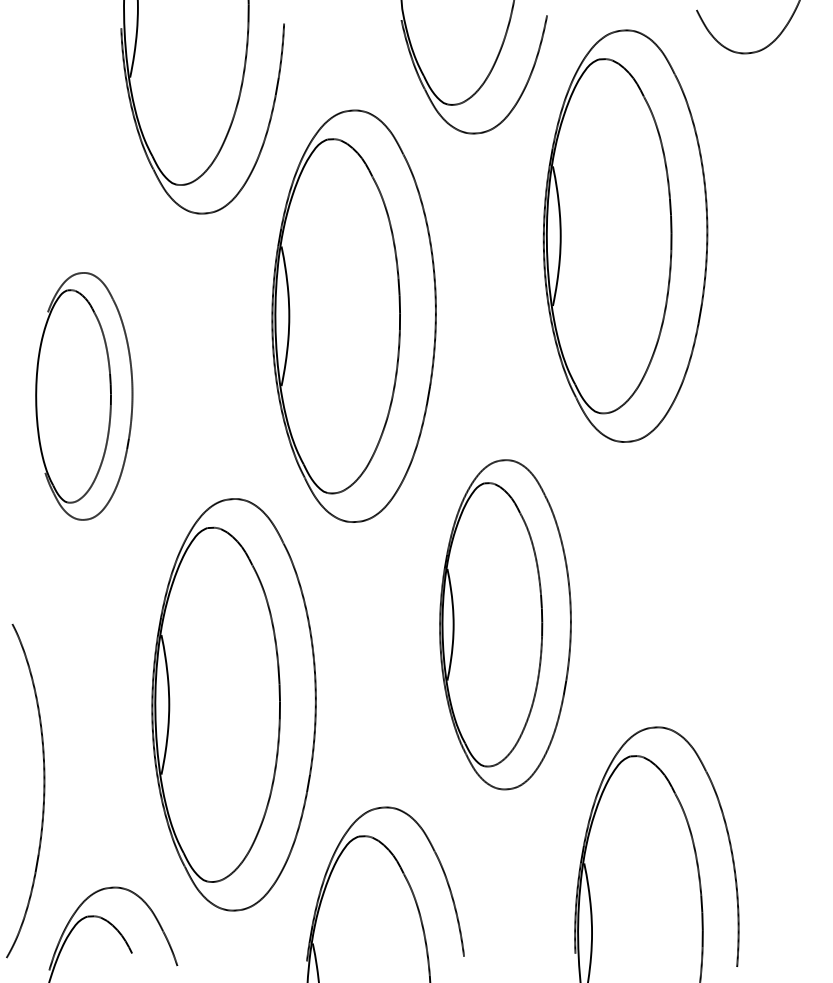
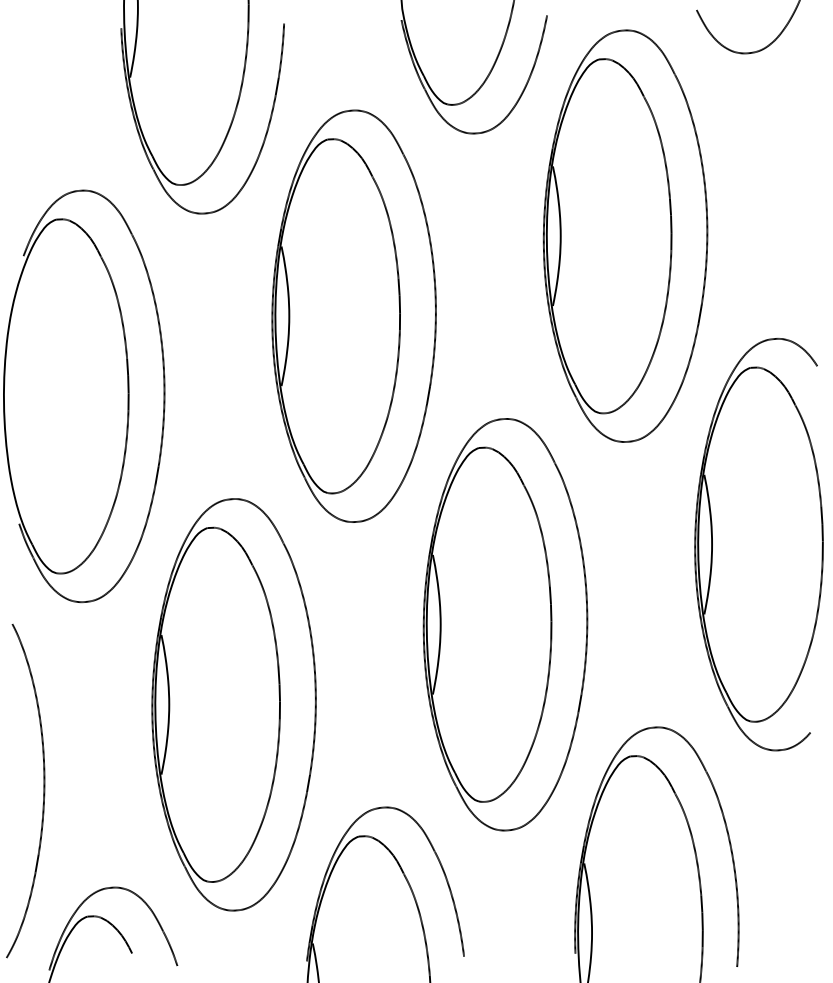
part at (84, 396) size: 99x249 px -> 163x415 px
part at (758, 544): none -> present
part at (505, 624) size: 133x332 px -> 167x414 px
